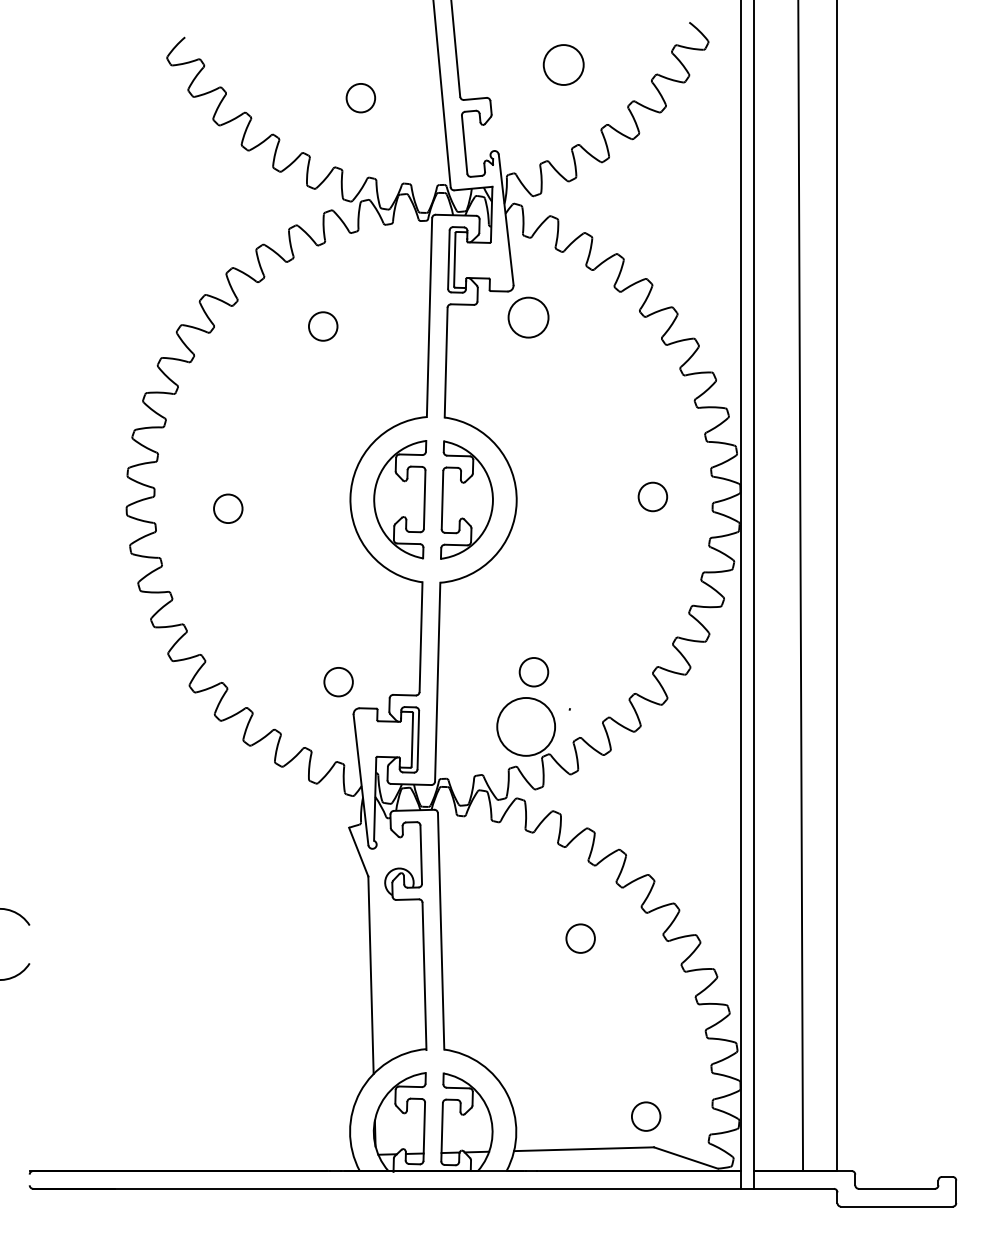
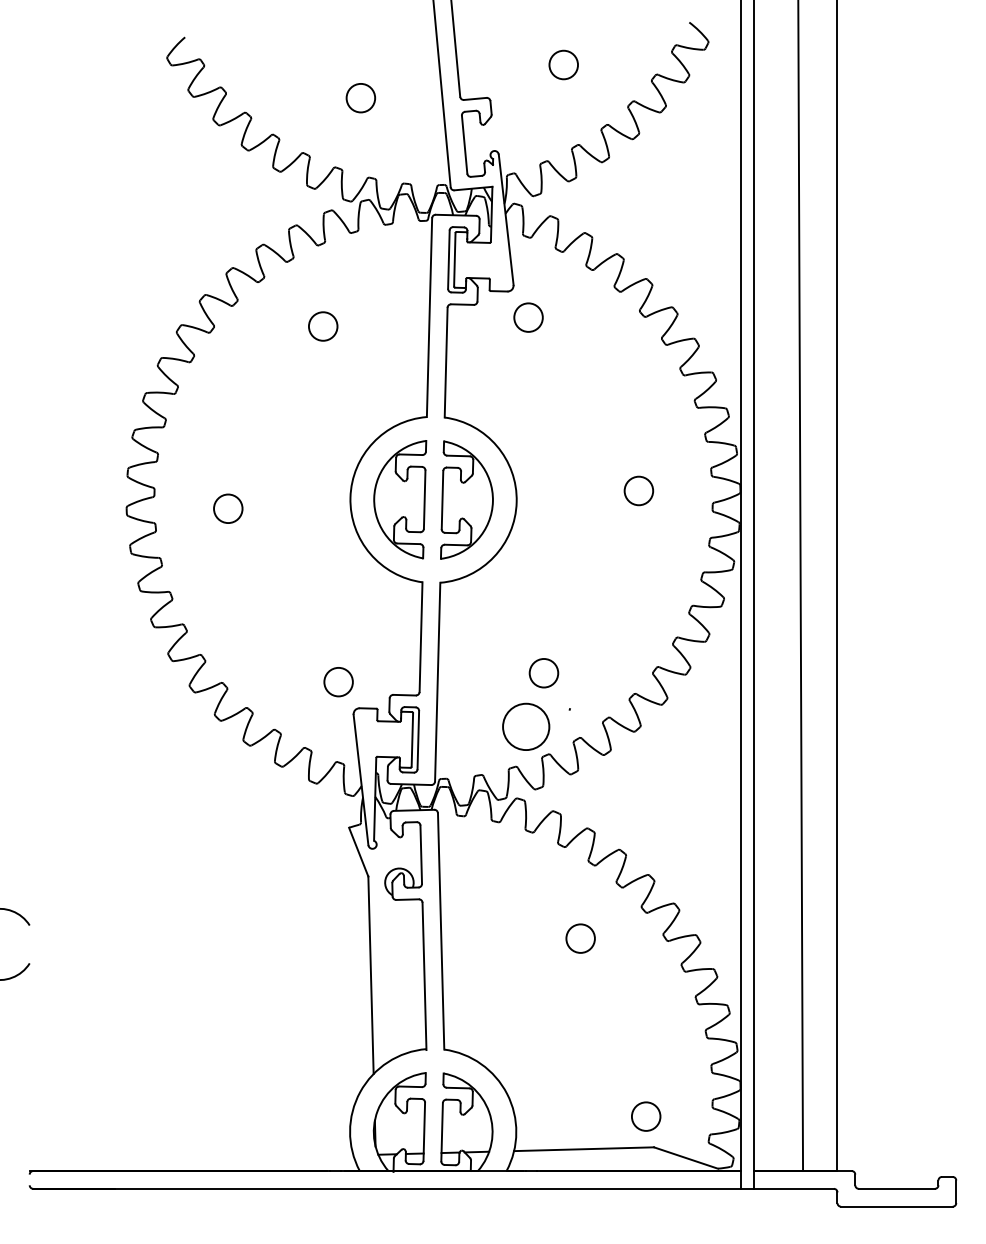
circle at (563, 65) diameter: 40 px -> 29 px
circle at (528, 317) diameter: 40 px -> 29 px
circle at (652, 496) position: (652, 496) -> (638, 490)
circle at (533, 672) position: (533, 672) -> (543, 673)
circle at (526, 726) diameter: 58 px -> 46 px
